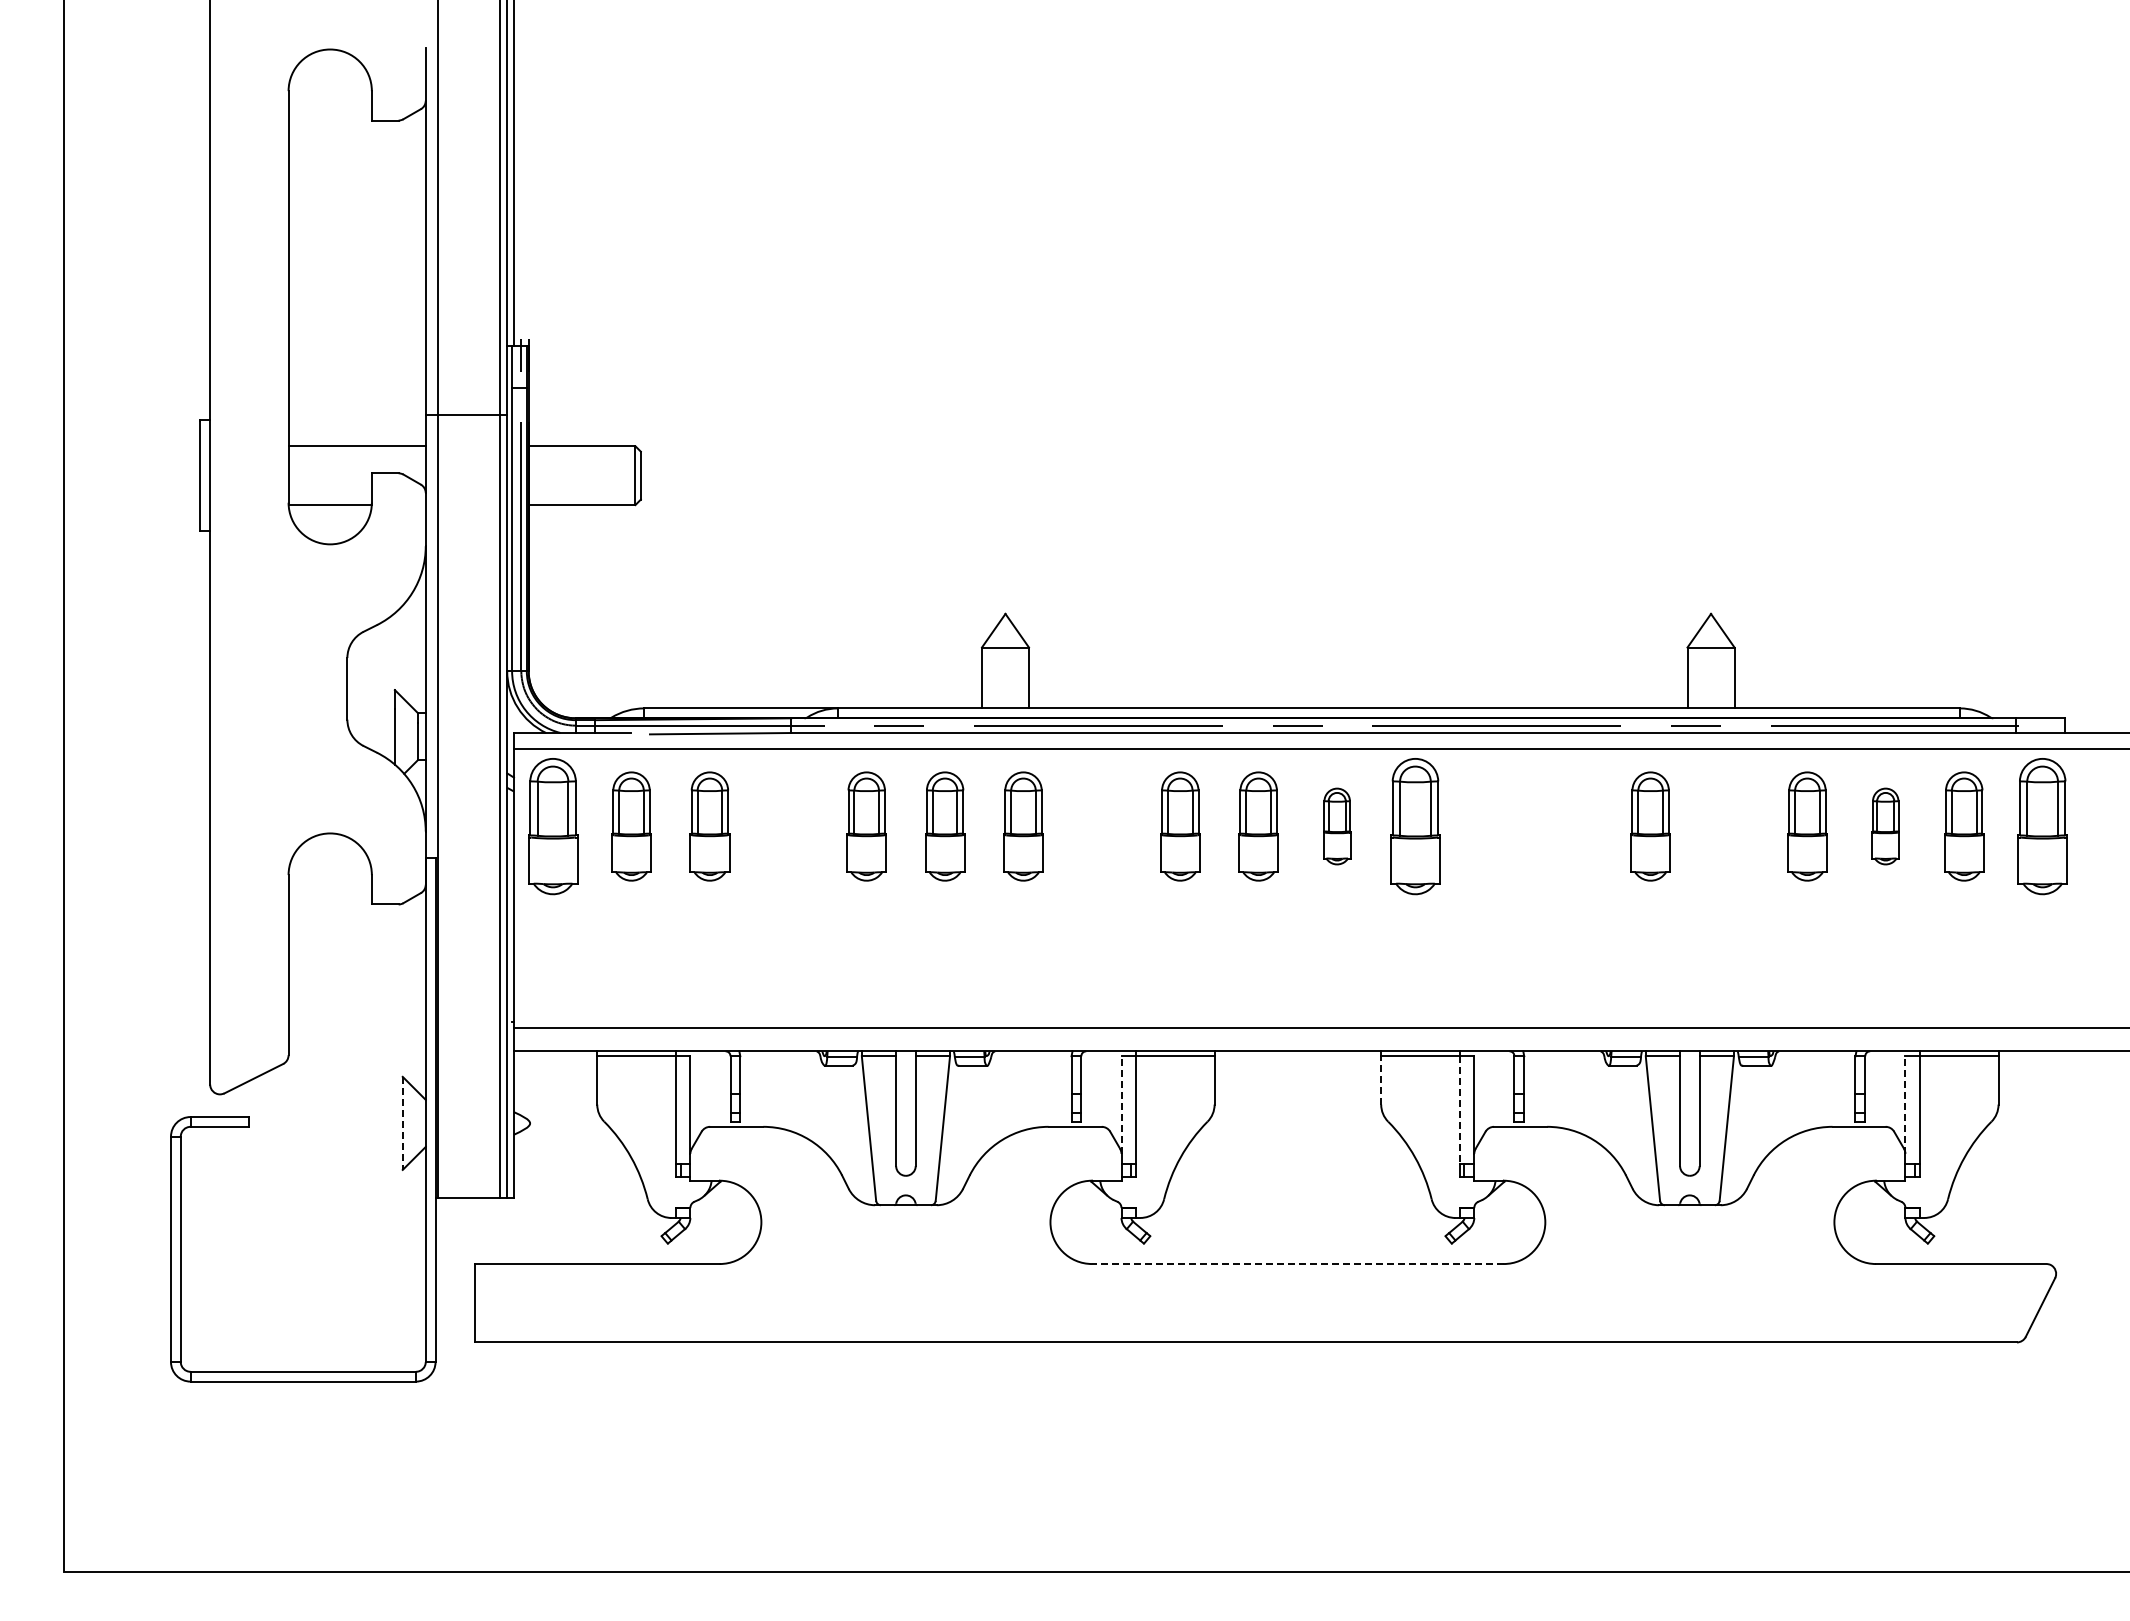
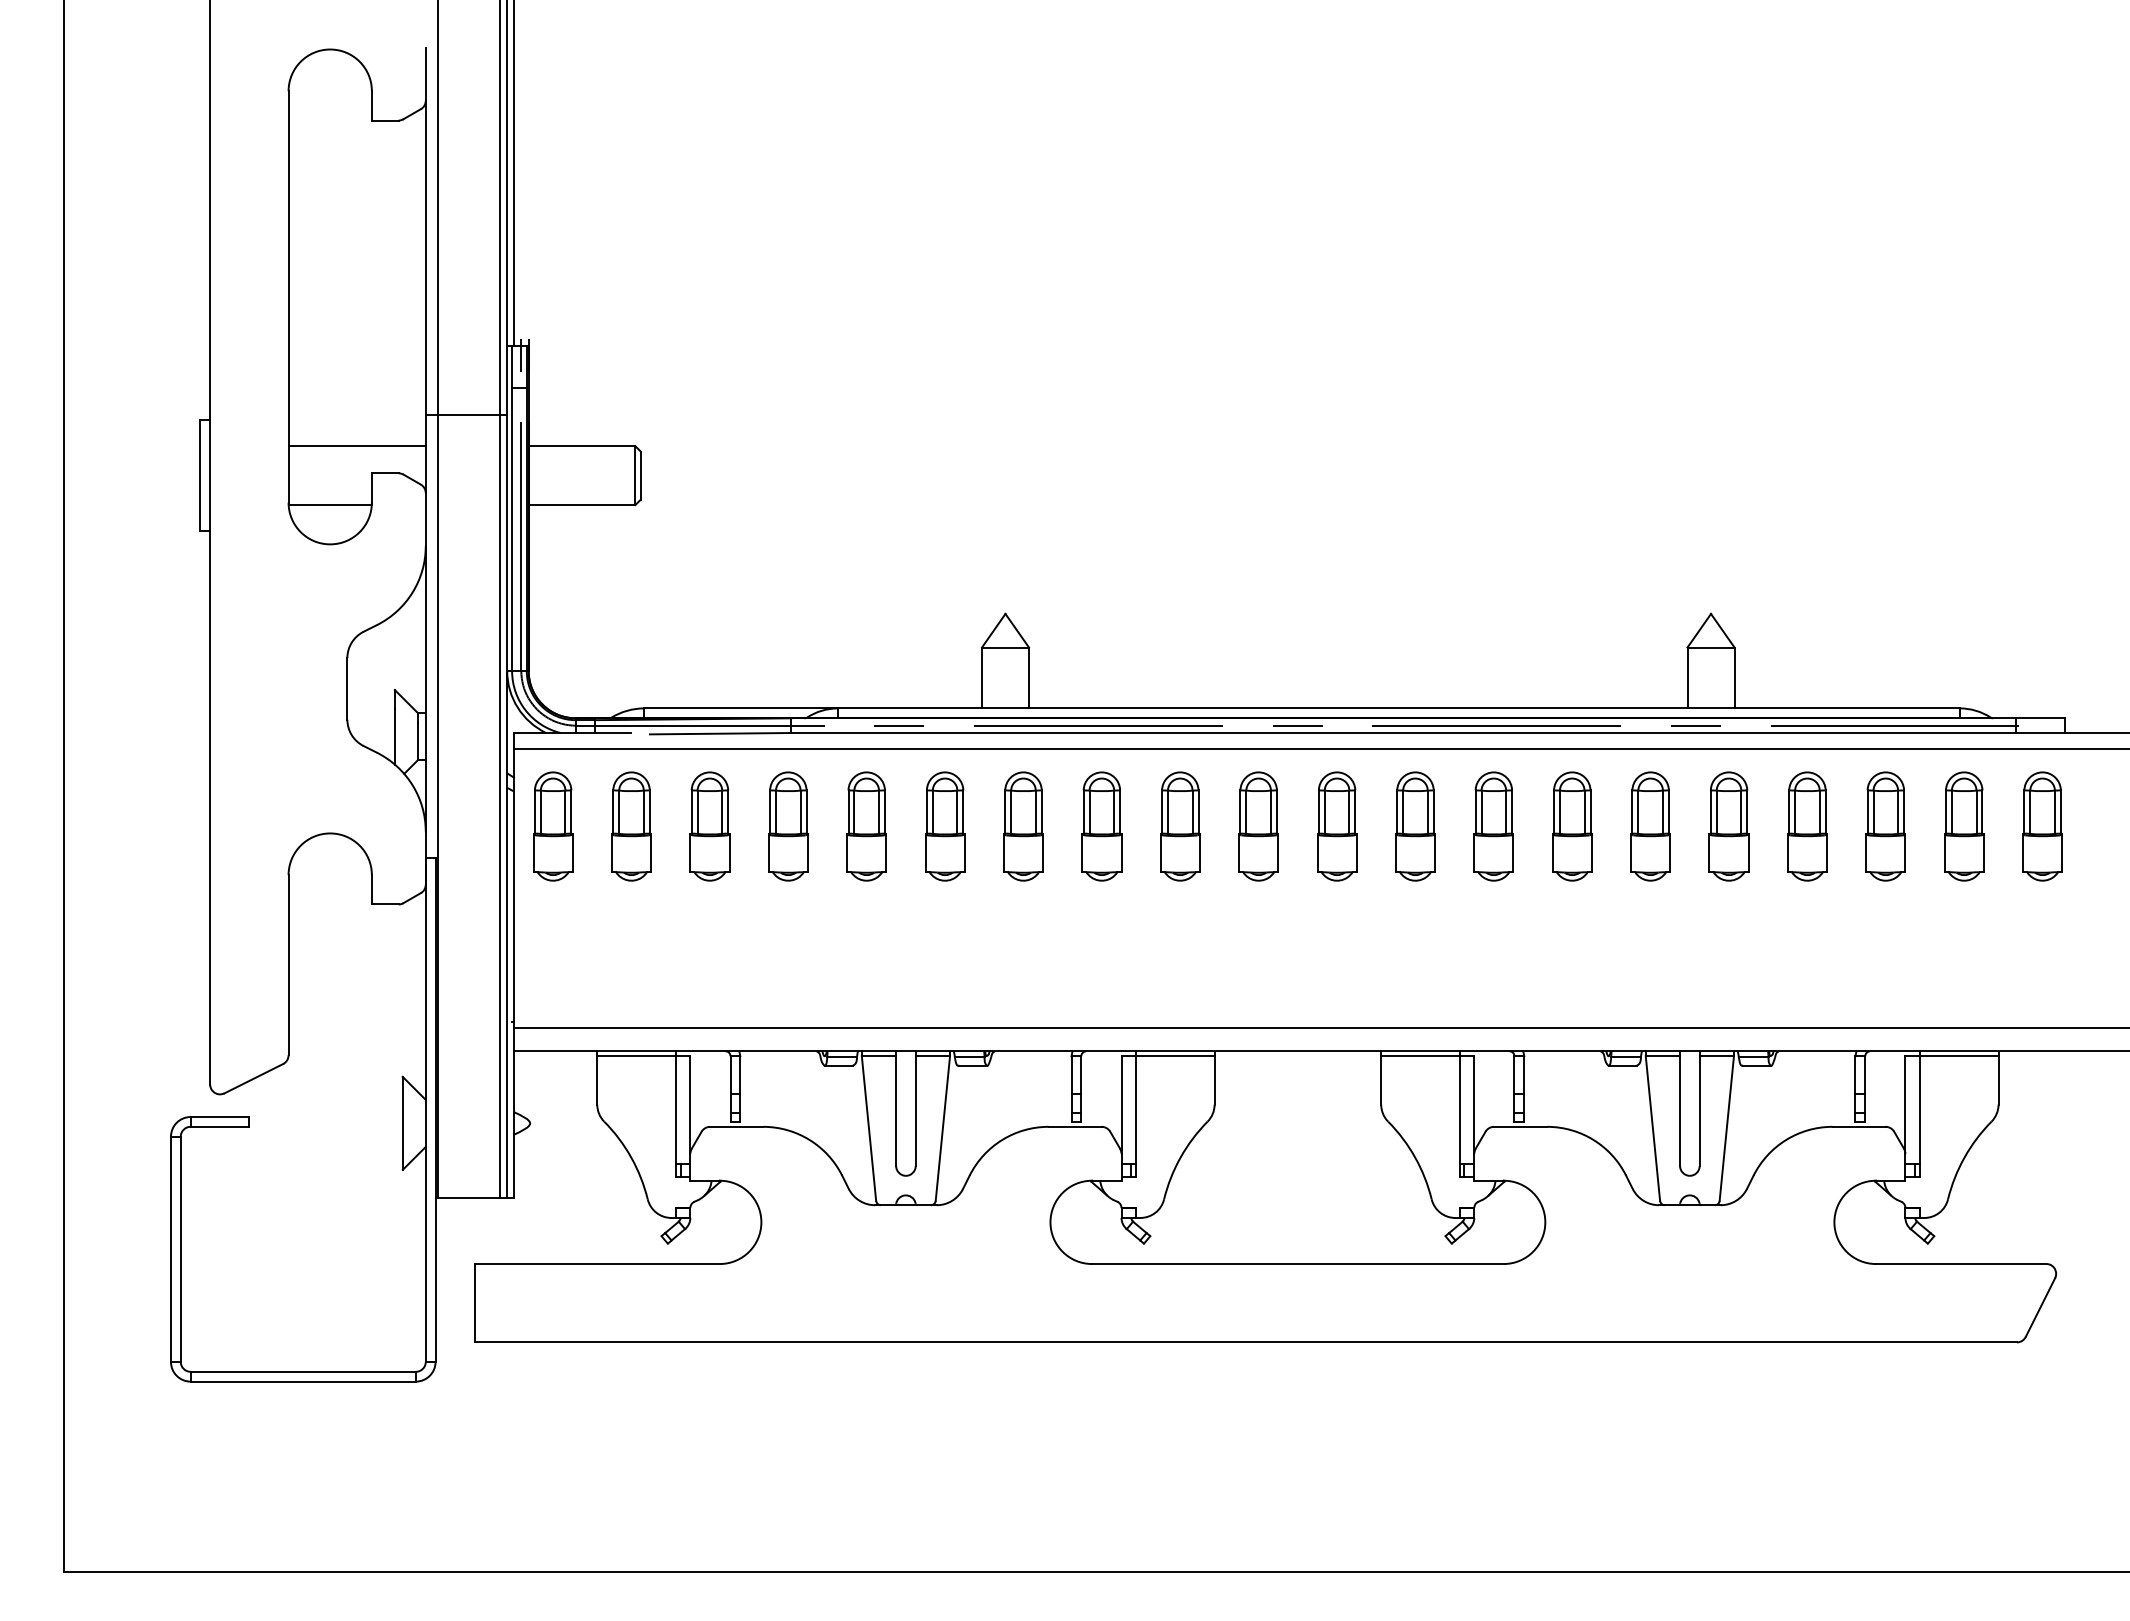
part at (553, 826) size: 51x138 px -> 41x111 px
part at (788, 826): none -> present
part at (1101, 826): none -> present
part at (1337, 826) size: 29x79 px -> 41x111 px
part at (1415, 826) size: 51x138 px -> 41x111 px
part at (1493, 826): none -> present
part at (1572, 826): none -> present
part at (1728, 826): none -> present
part at (1885, 826) size: 29x79 px -> 41x111 px
part at (2042, 826) size: 51x138 px -> 41x111 px
line at (1381, 1079): dashed -> solid
line at (1121, 1105): dashed -> solid
line at (1905, 1105): dashed -> solid
line at (1459, 1110): dashed -> solid
line at (402, 1123): dashed -> solid
line at (1297, 1264): dashed -> solid
